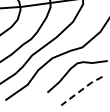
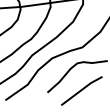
line at (81, 90): dashed -> solid
